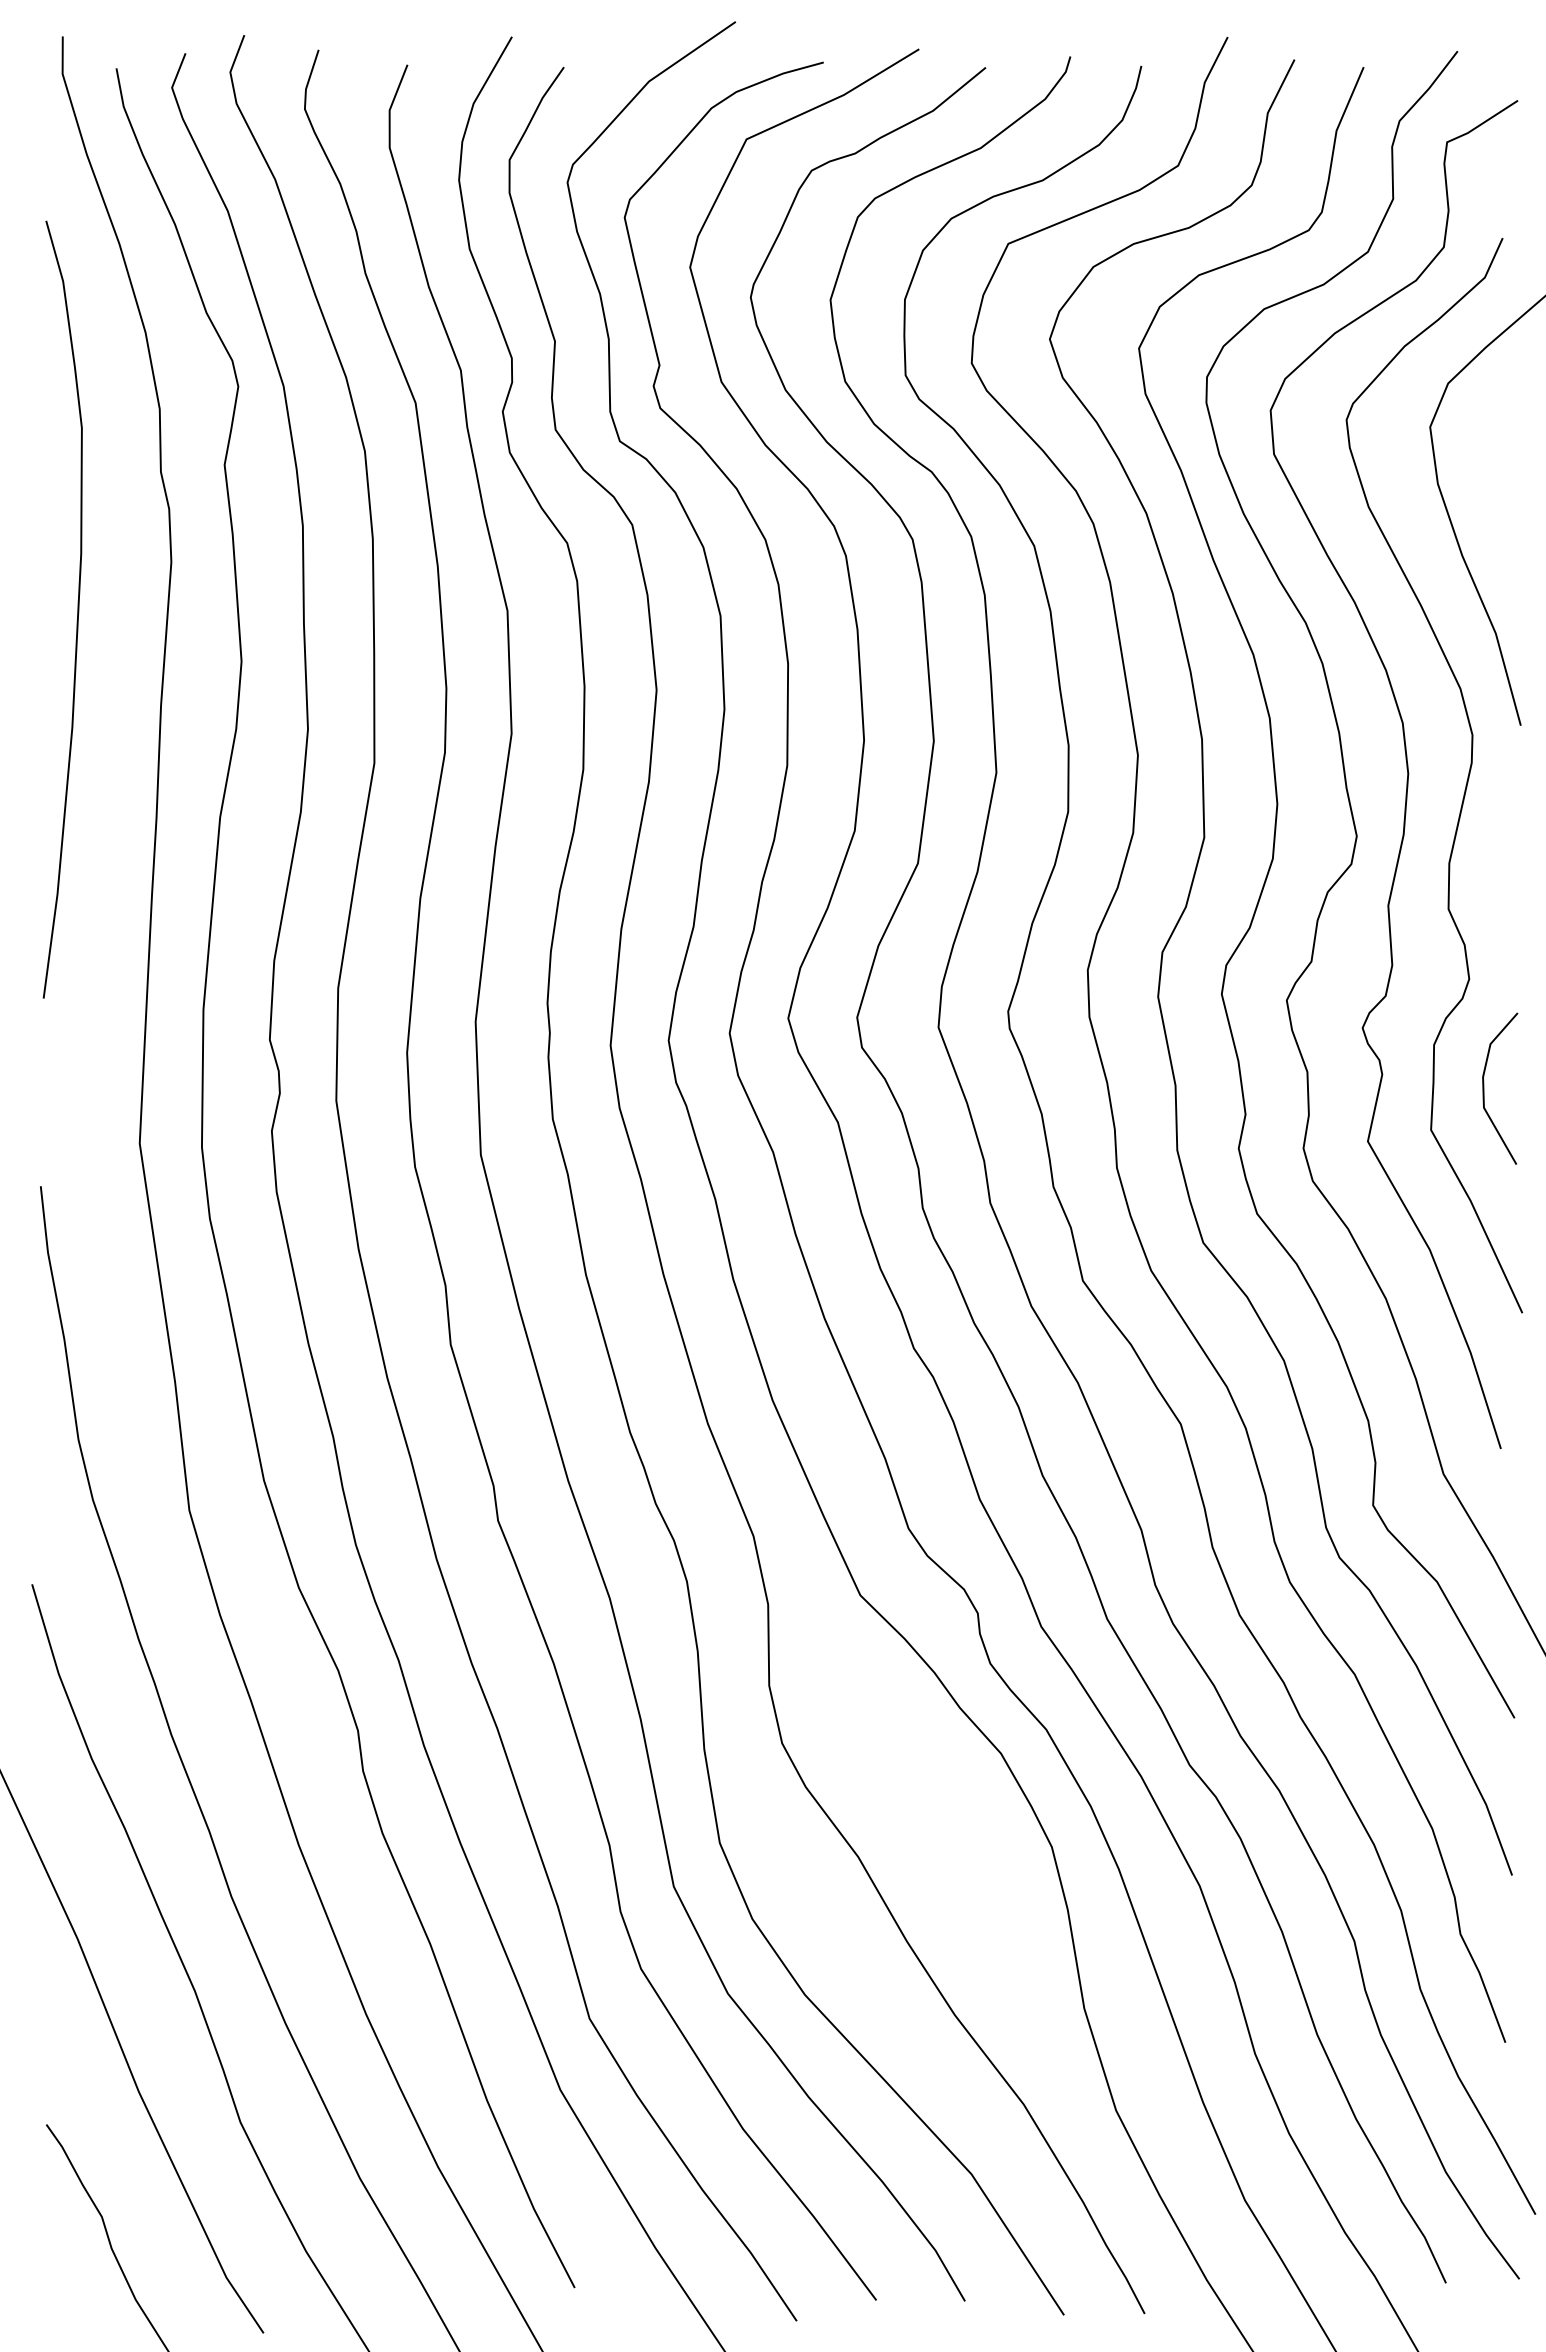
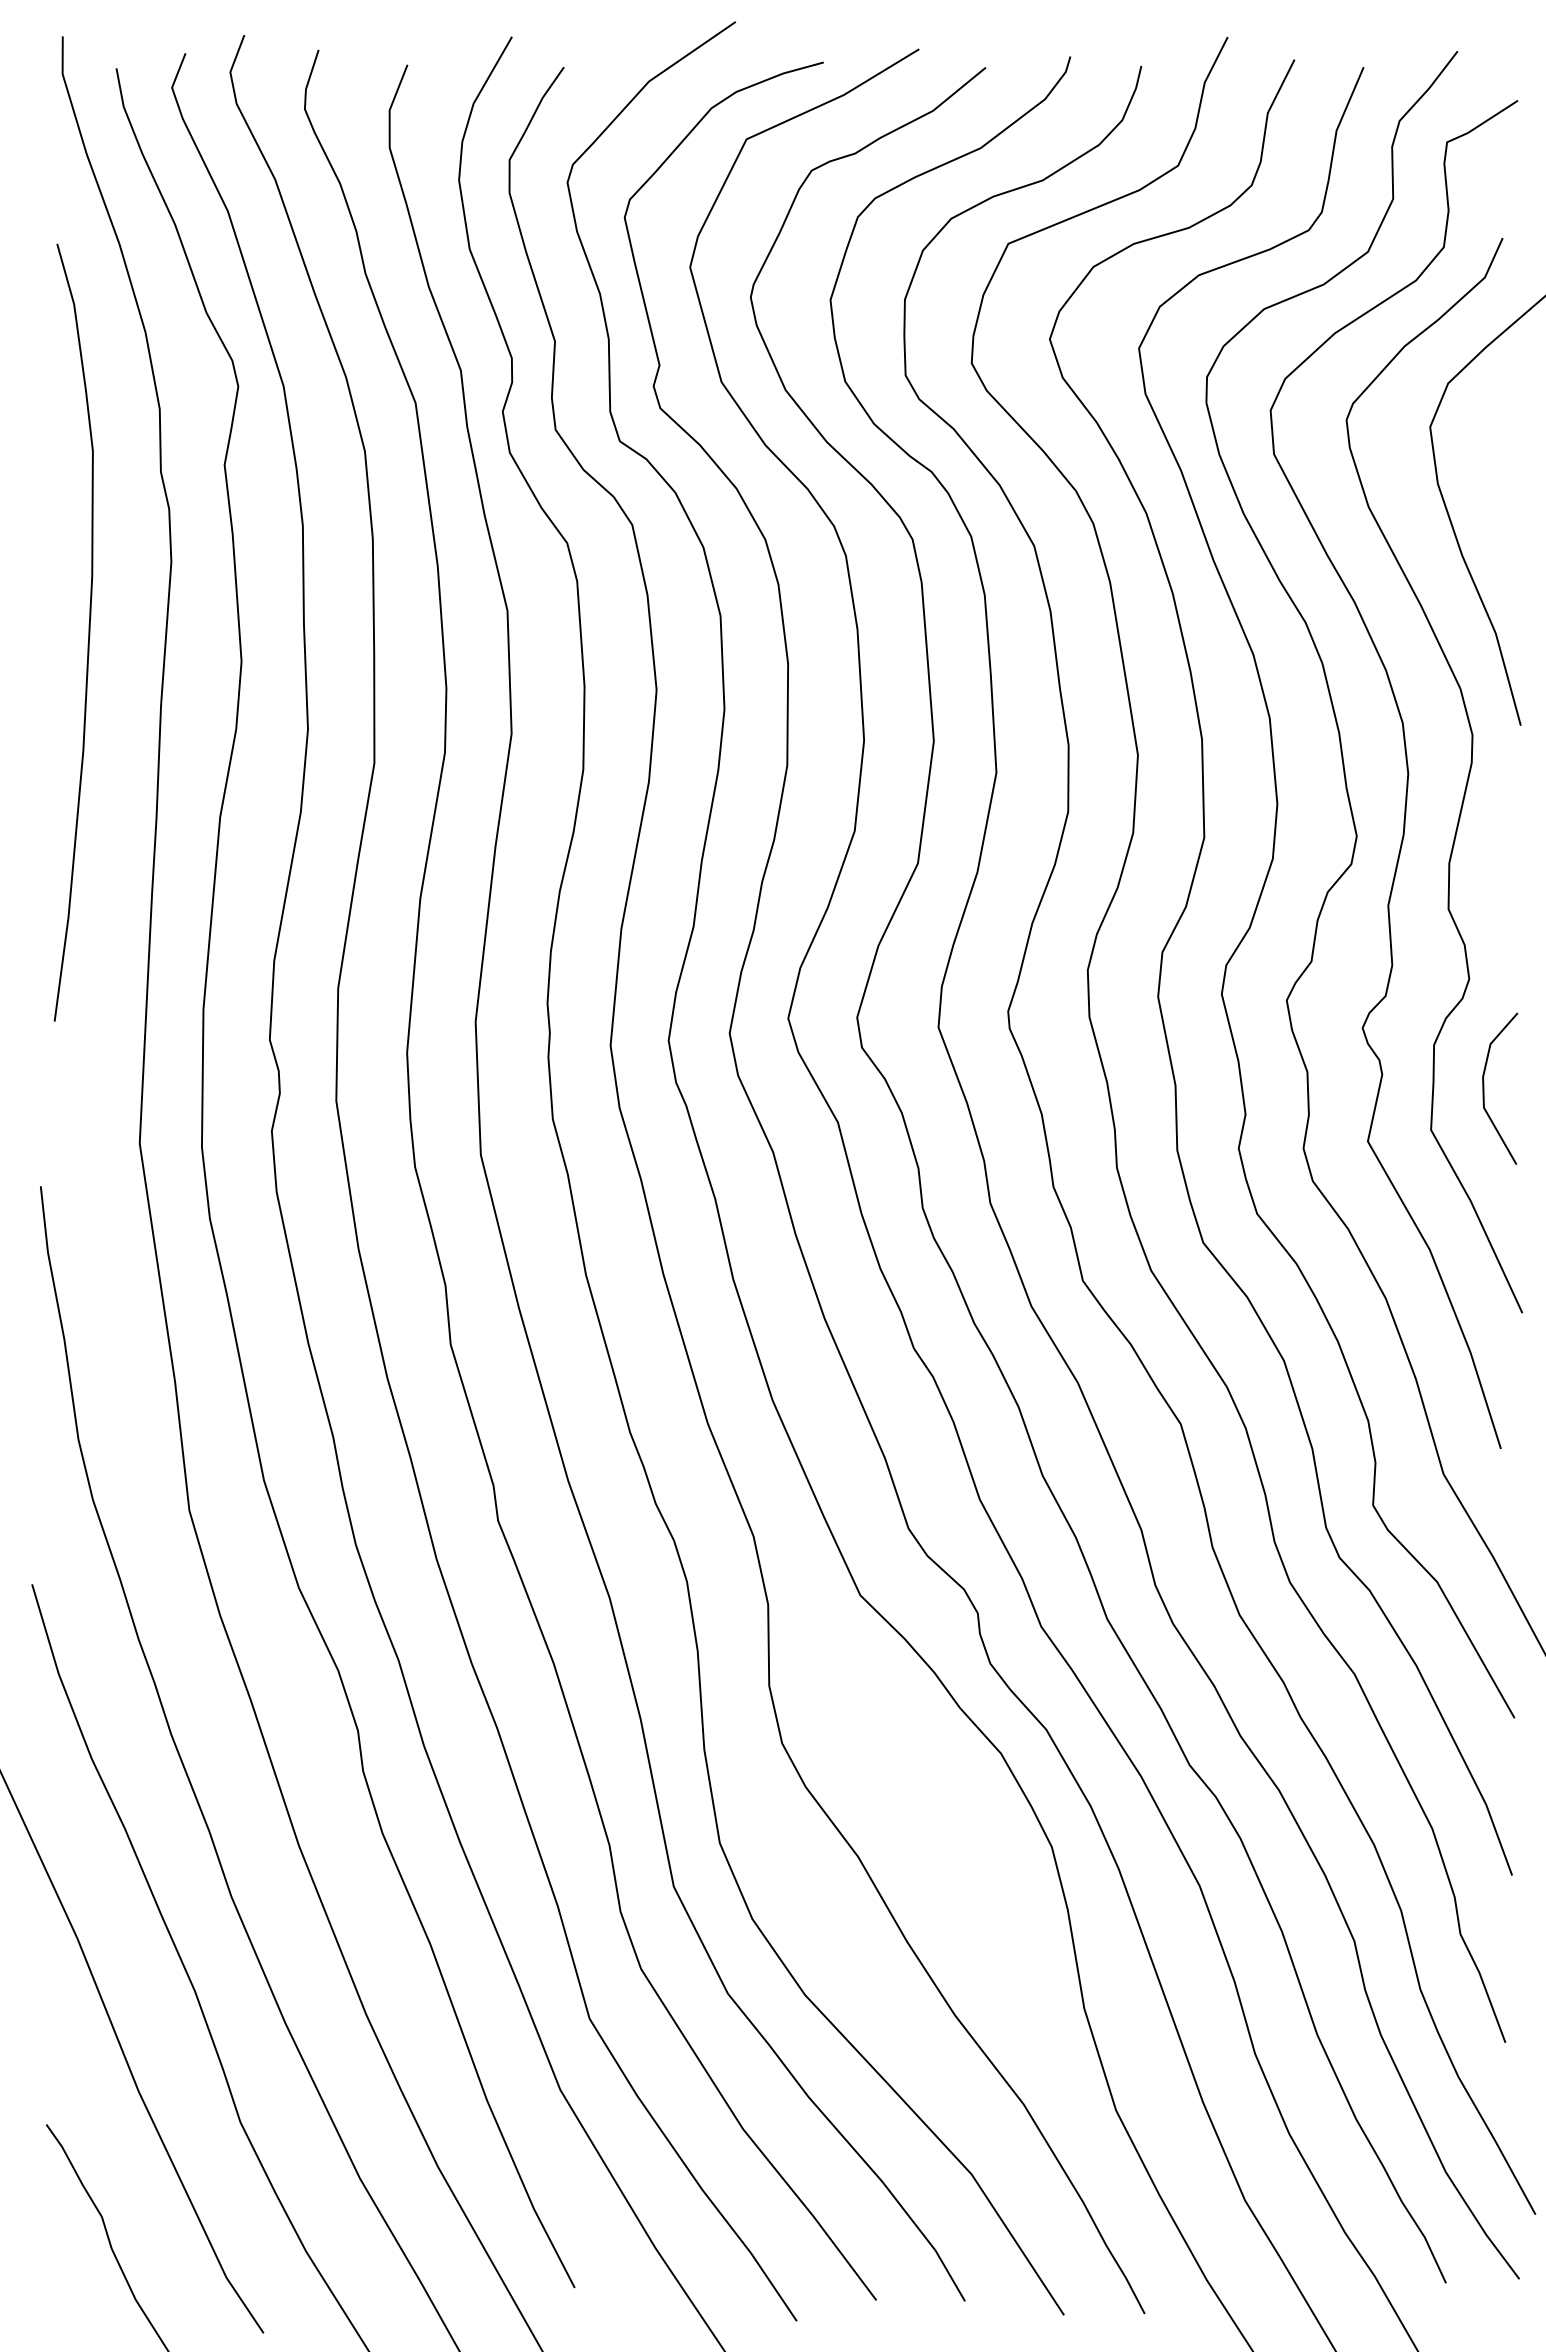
curve at (77, 609) position: (77, 609) -> (88, 632)
